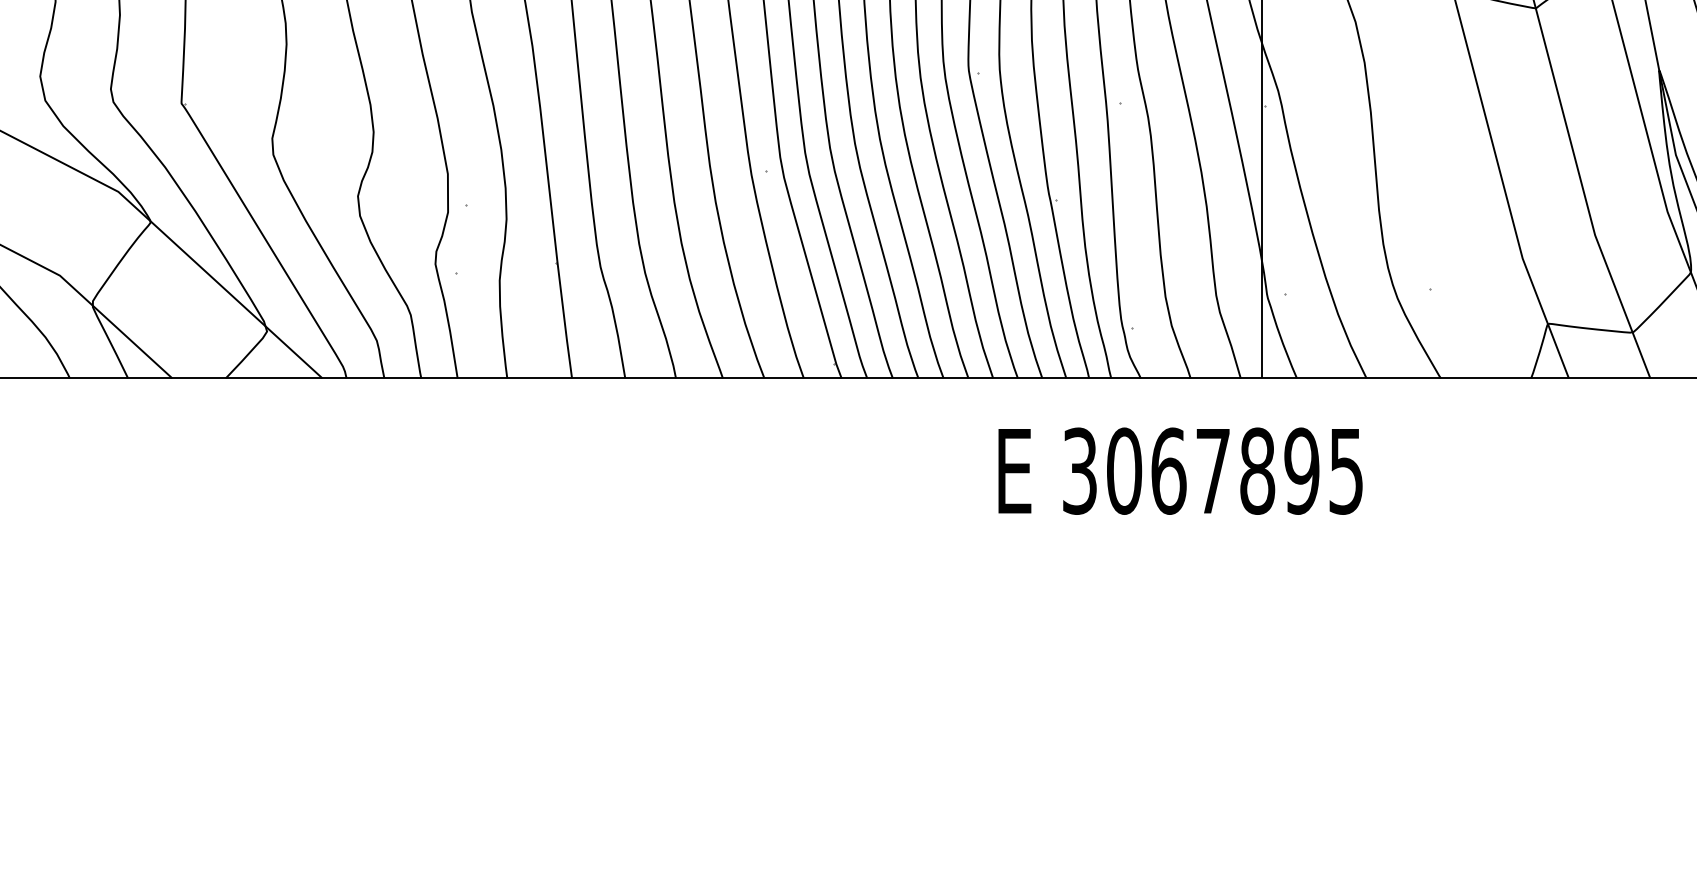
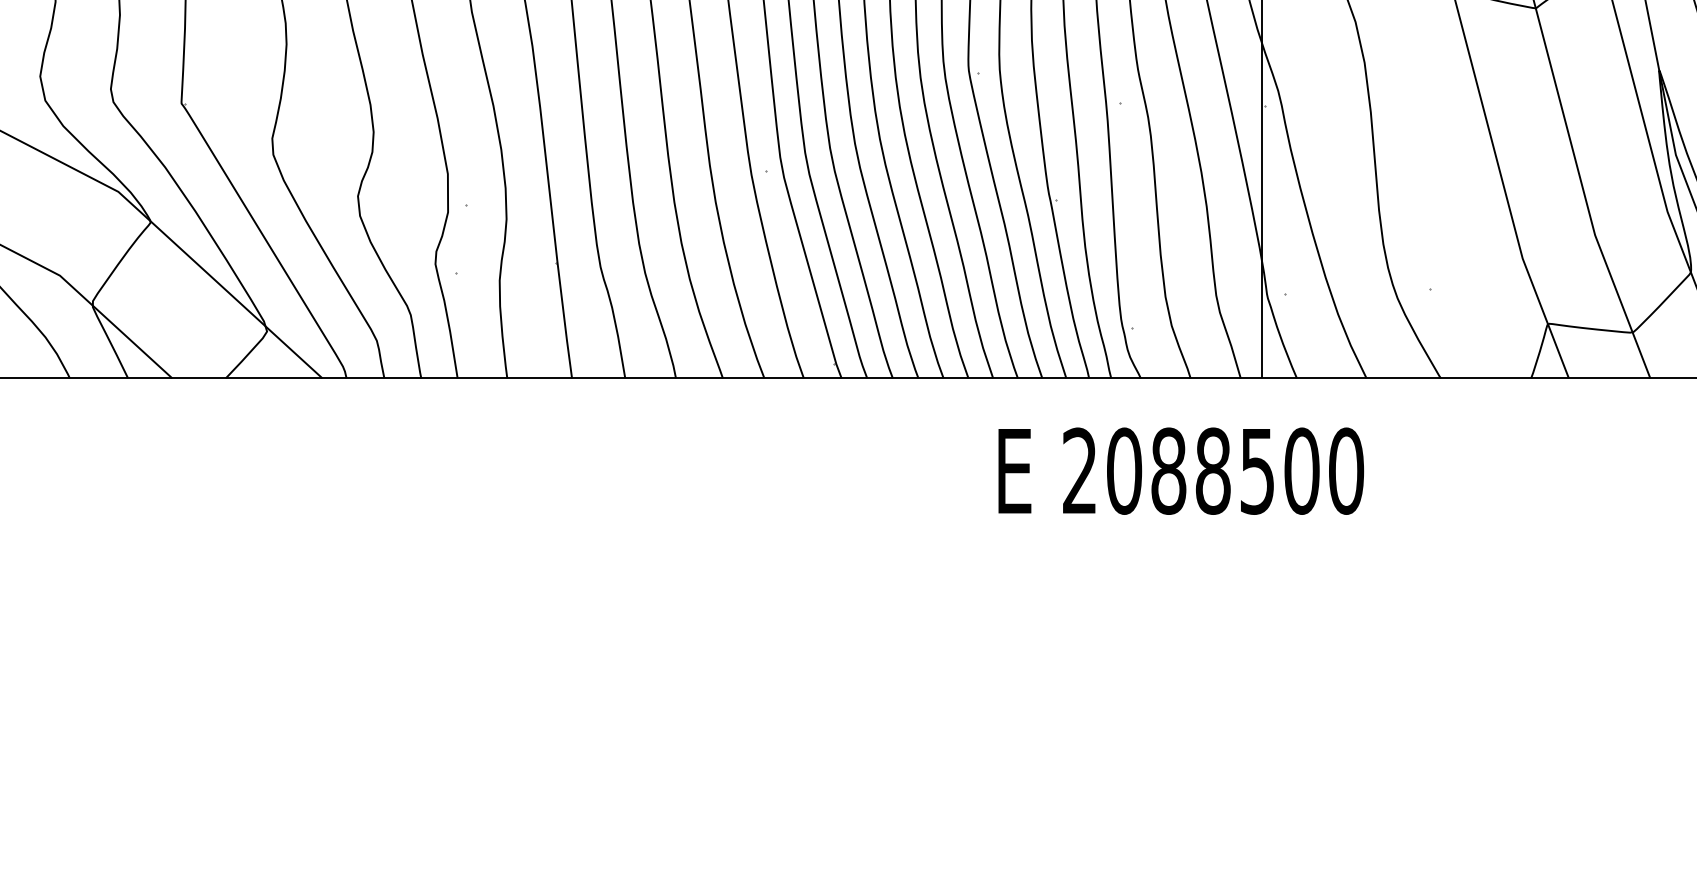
text at (1213, 470): 3067895 -> 2088500
